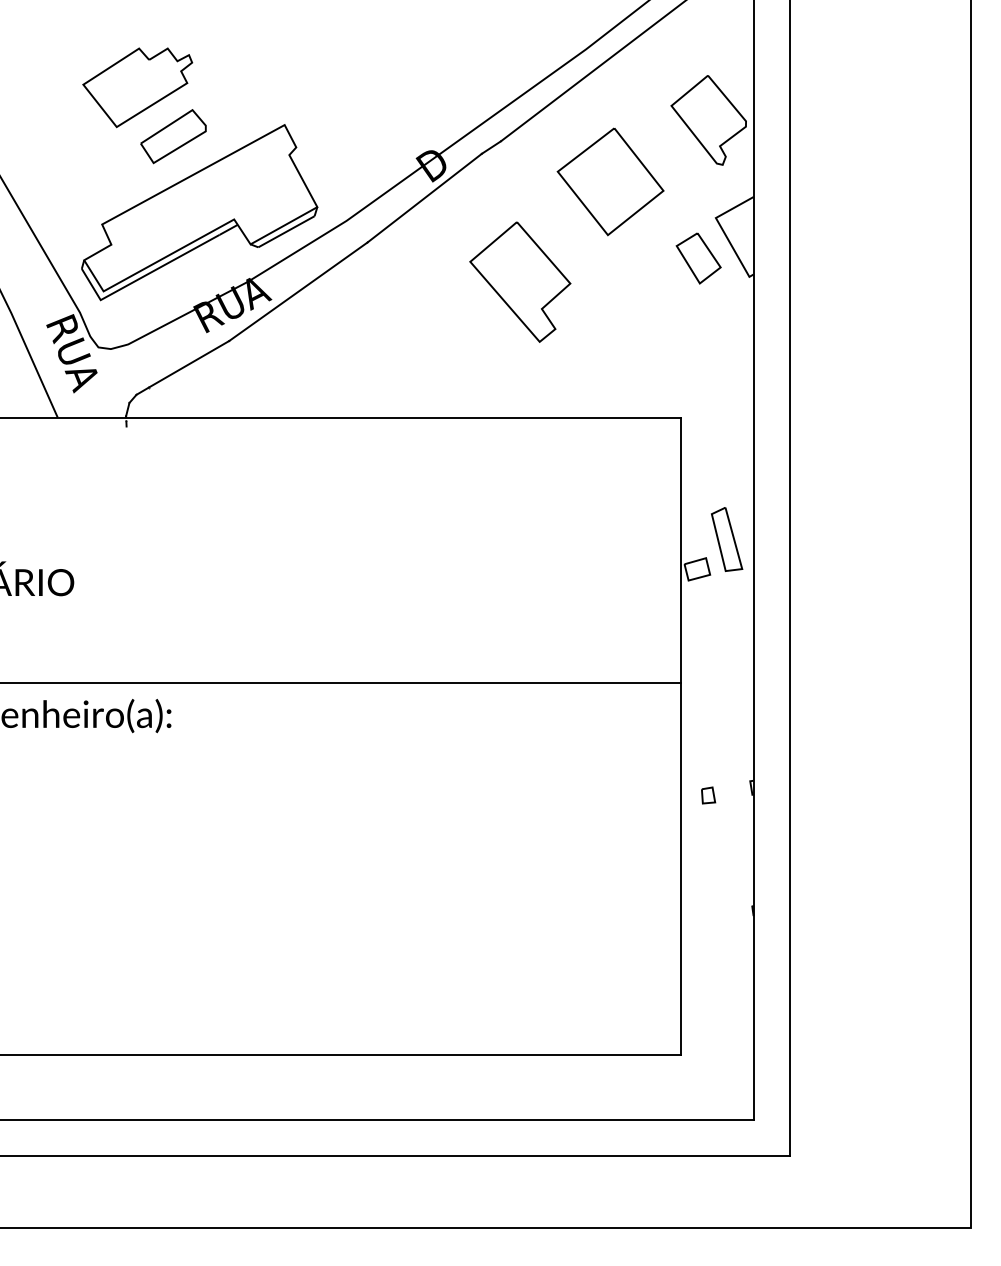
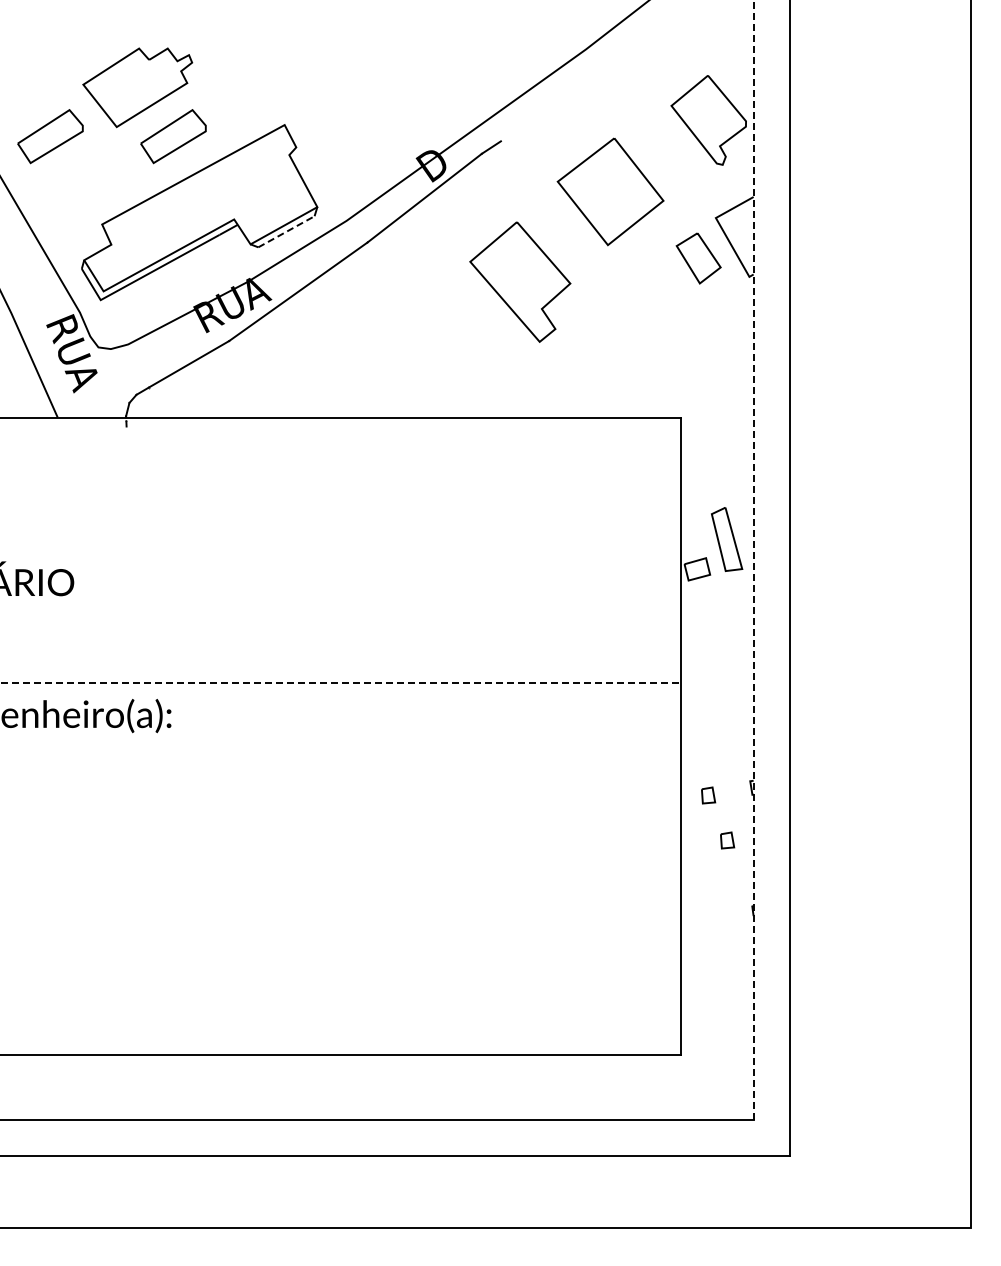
line at (591, 71): present -> none
part at (50, 136): none -> present
part at (610, 181) position: (610, 181) -> (610, 191)
line at (286, 231): solid -> dashed
line at (753, 560): solid -> dashed
line at (341, 682): solid -> dashed
part at (727, 840): none -> present
